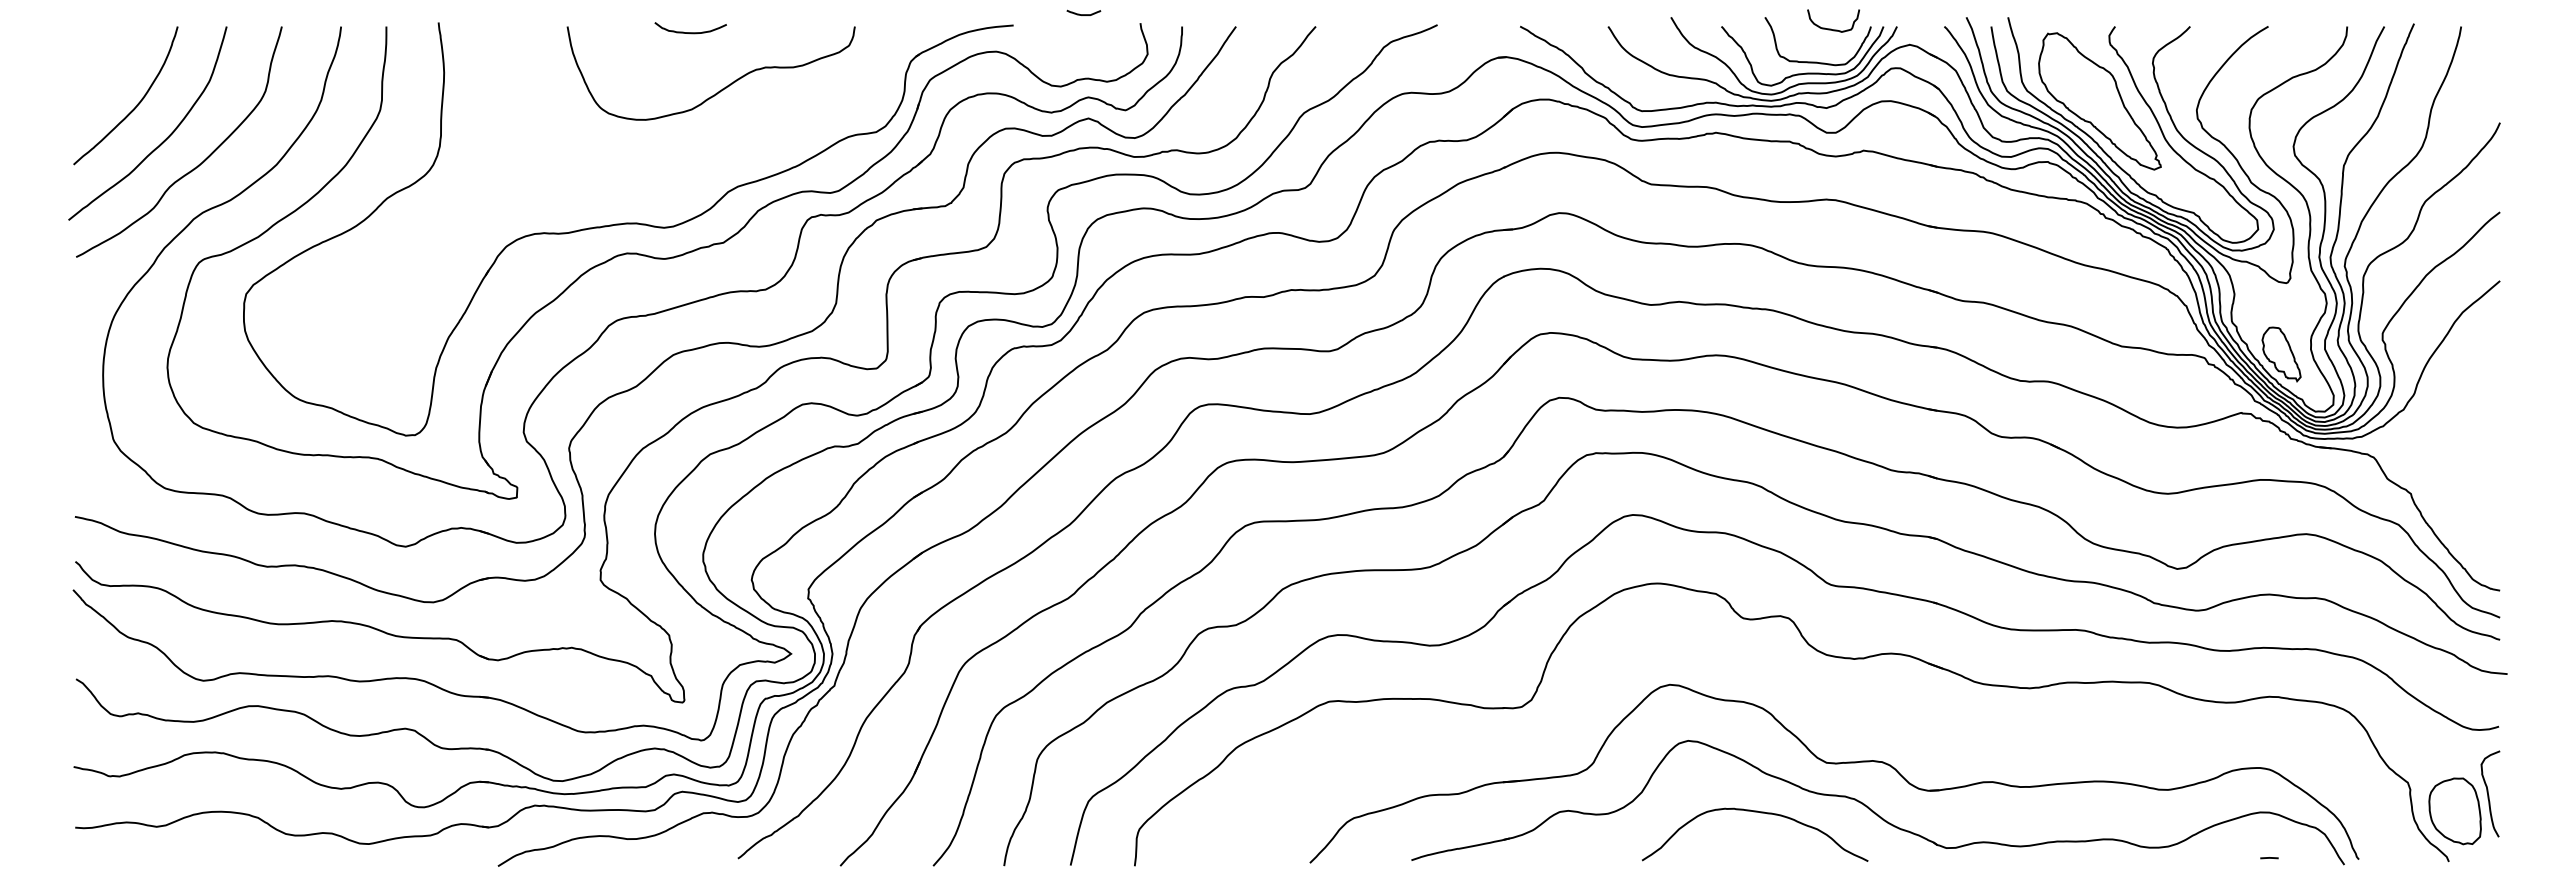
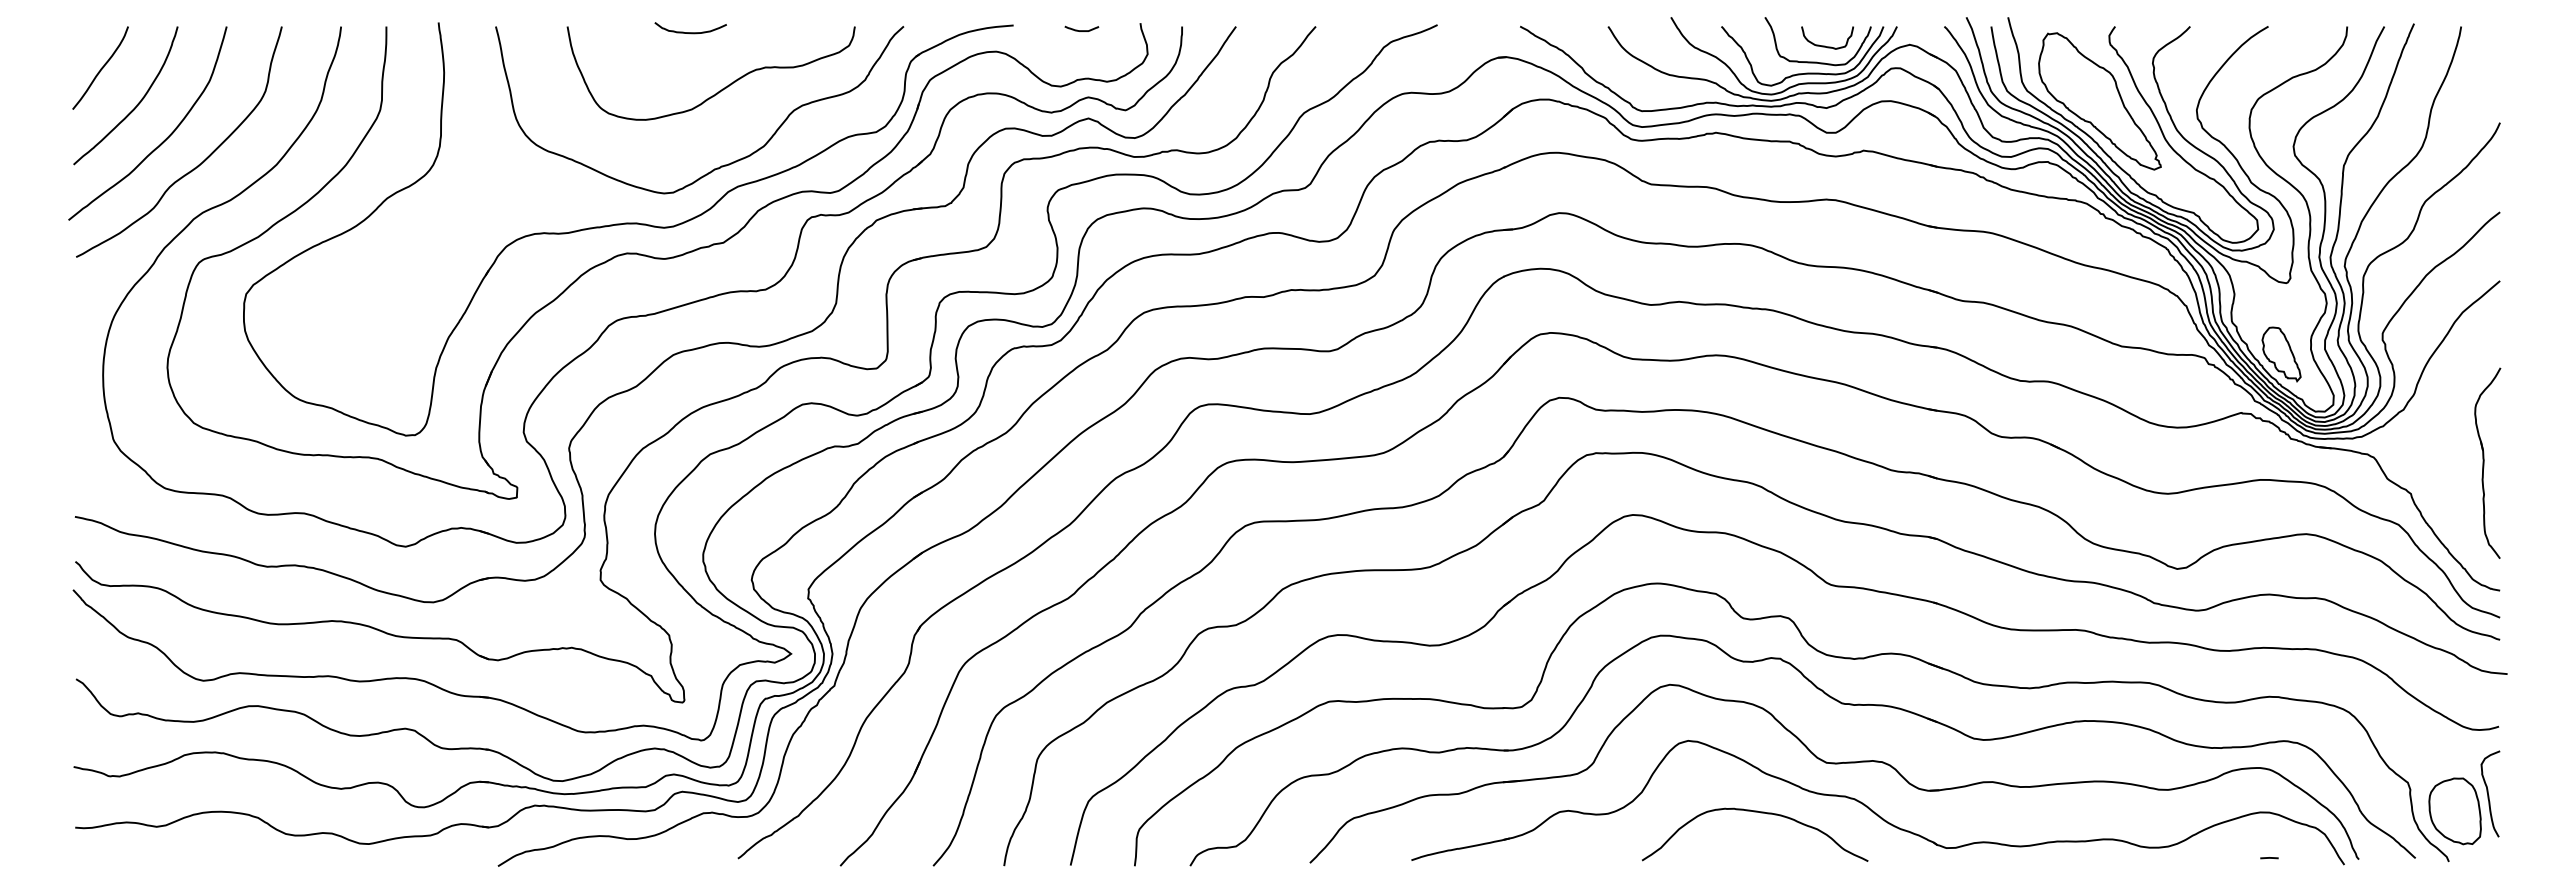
curve at (1083, 14) position: (1083, 14) -> (1081, 30)
curve at (1831, 28) position: (1831, 28) -> (1825, 45)
curve at (101, 67): none -> present
curve at (721, 165): none -> present
part at (2487, 462): none -> present
part at (1832, 699): none -> present
